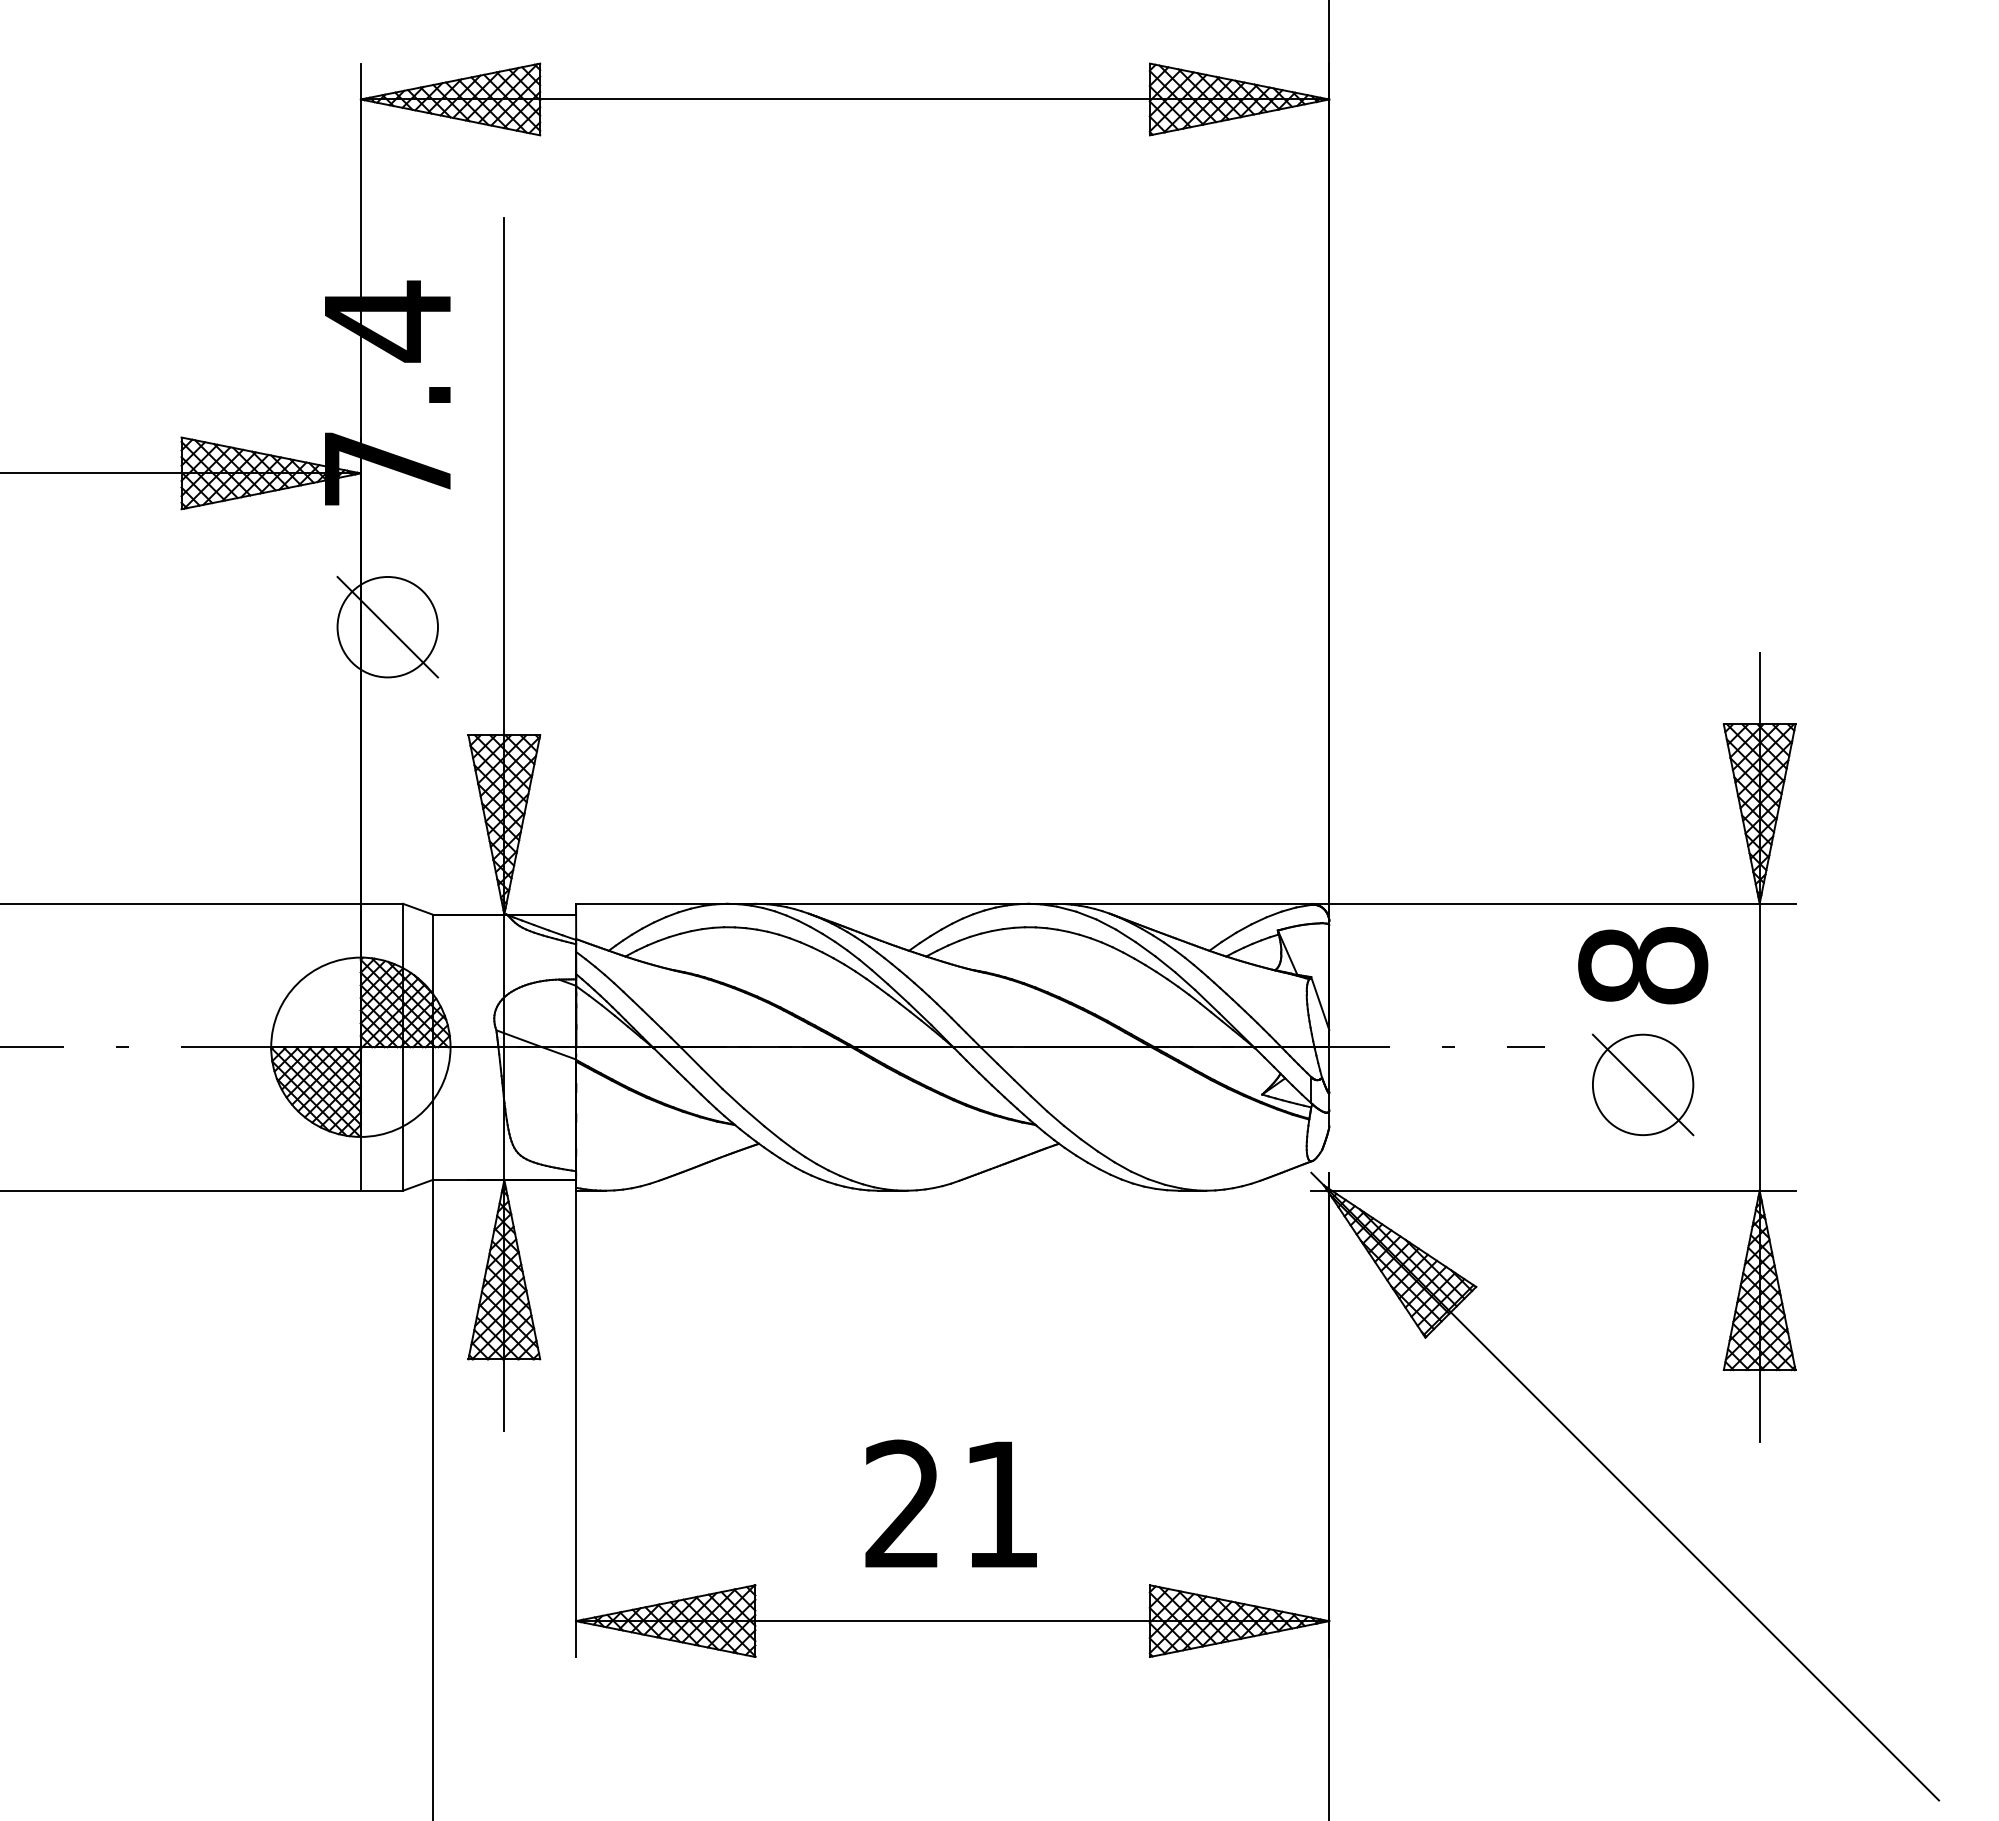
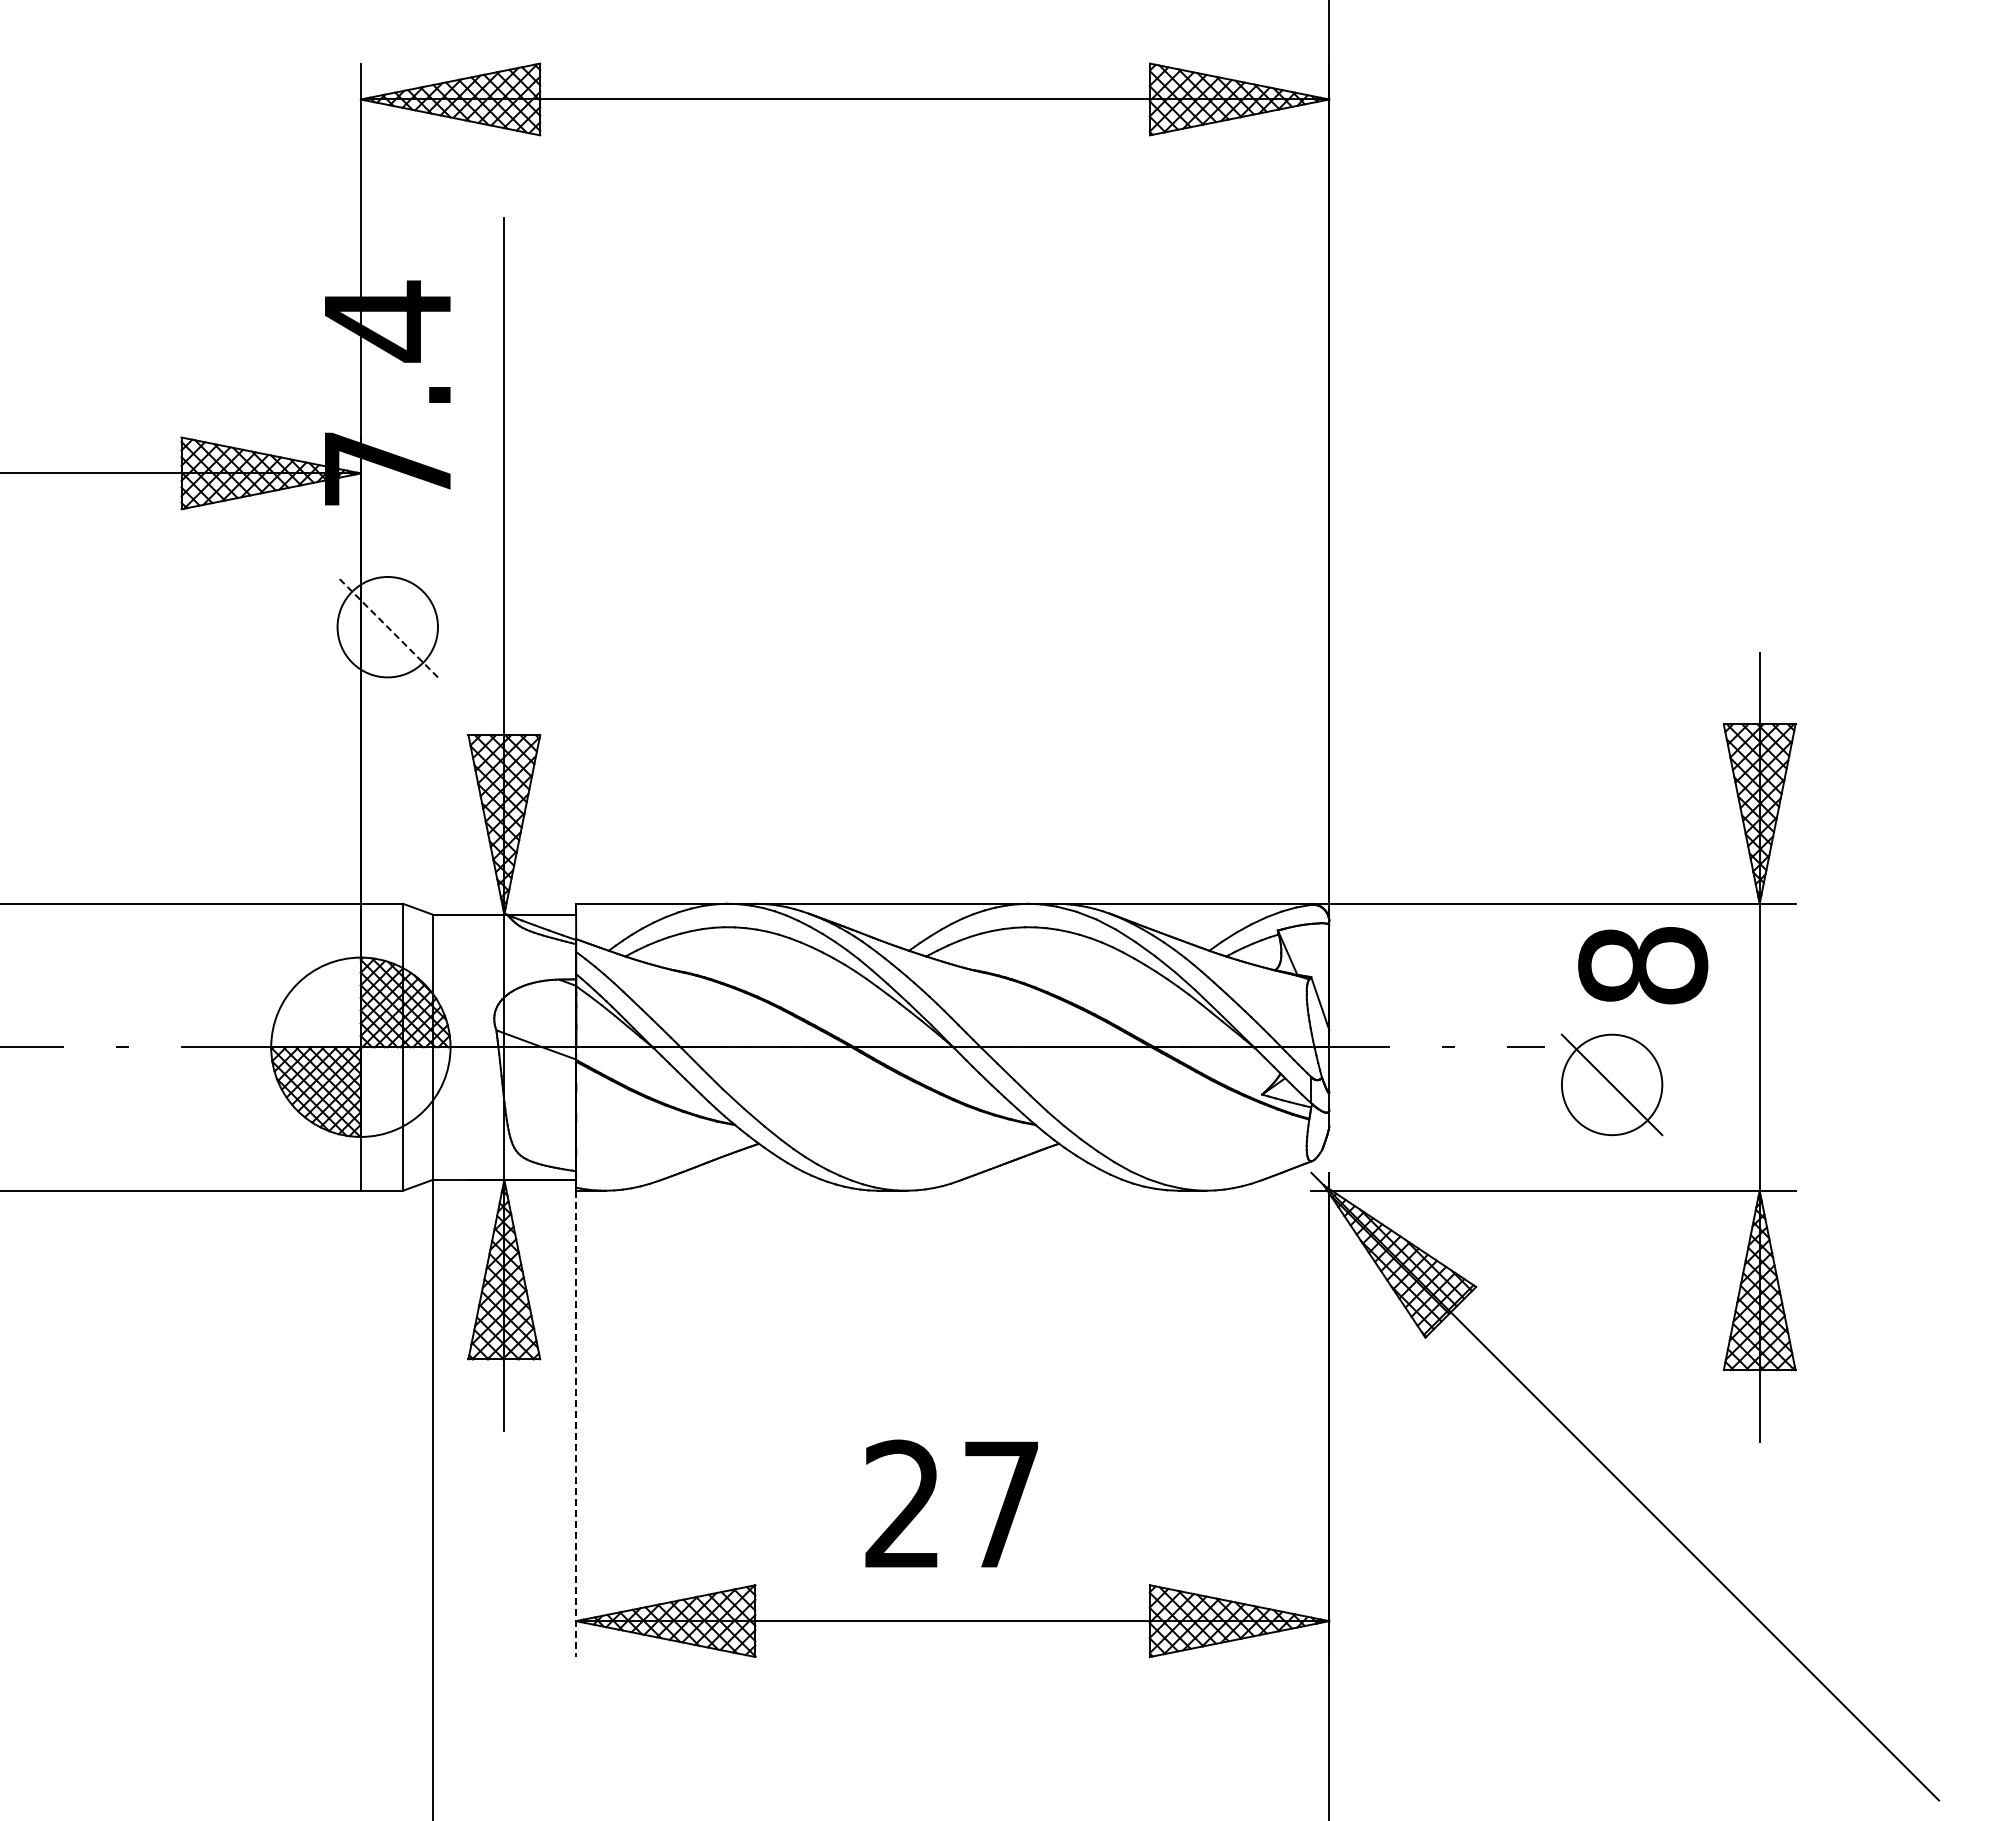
line at (387, 626): solid -> dashed
part at (1642, 1084) position: (1642, 1084) -> (1611, 1084)
line at (576, 1424): solid -> dashed
text at (1001, 1504): 21 -> 27
